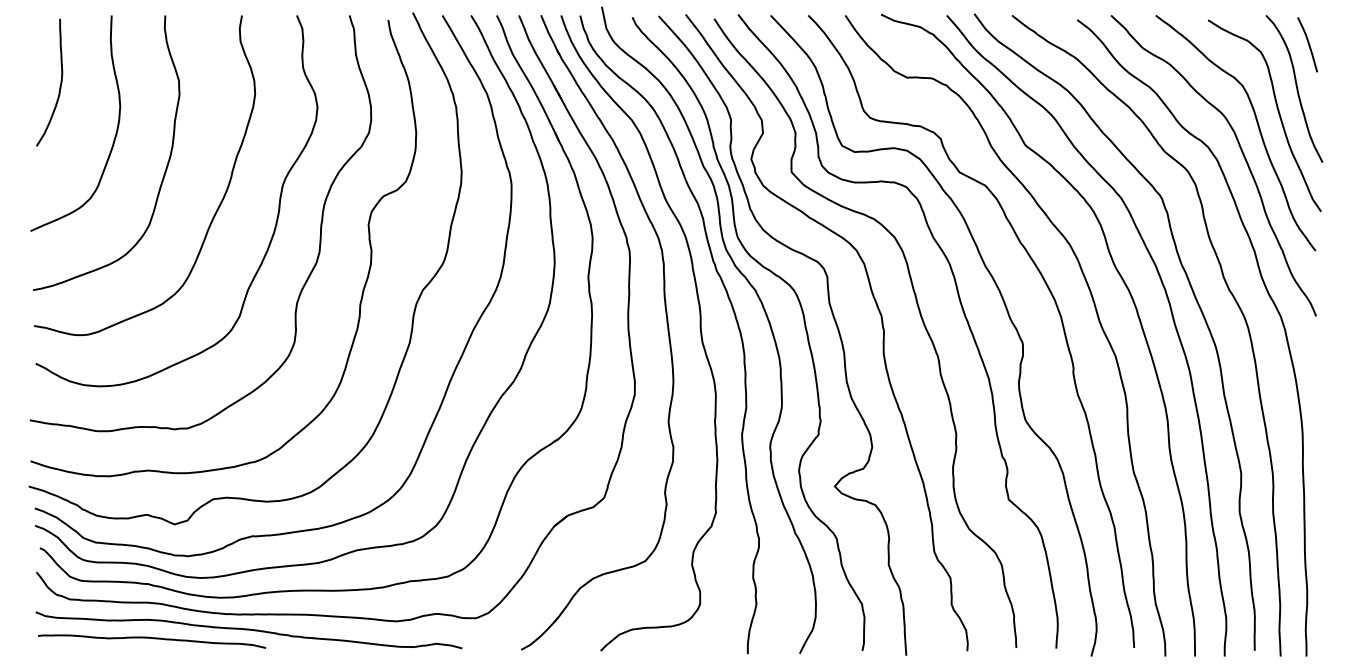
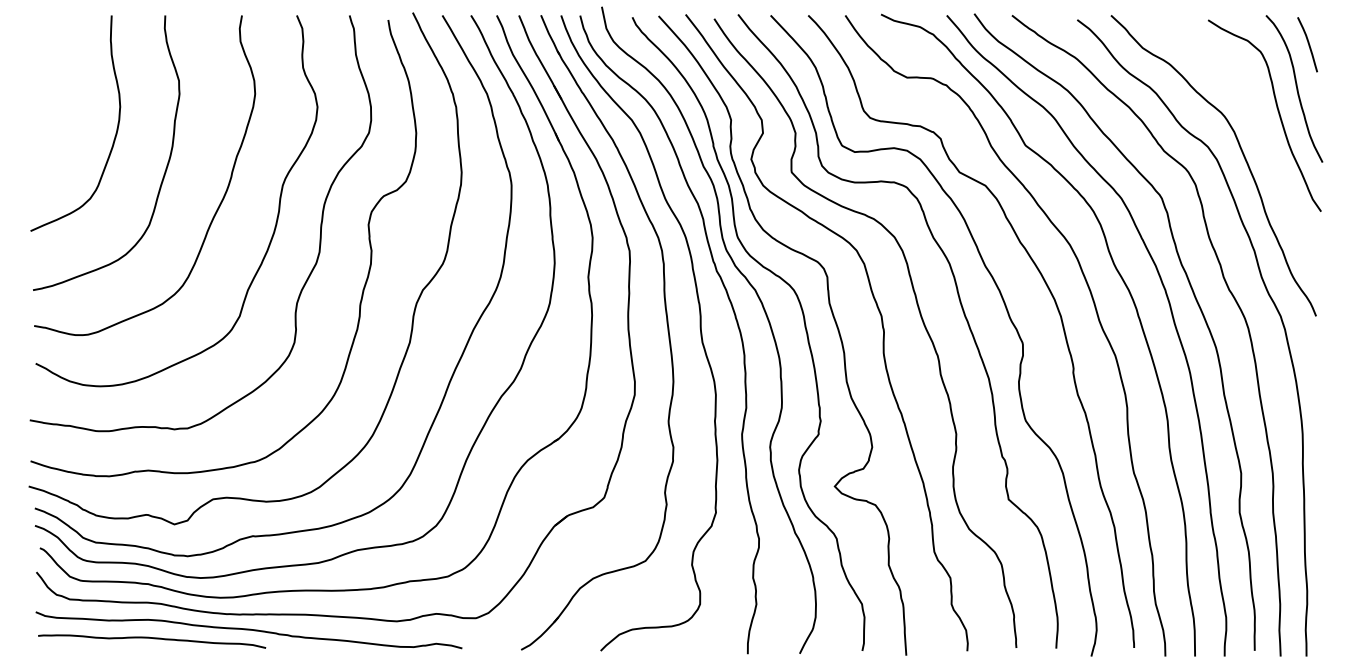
curve at (59, 86): present -> none
curve at (1257, 126): present -> none
